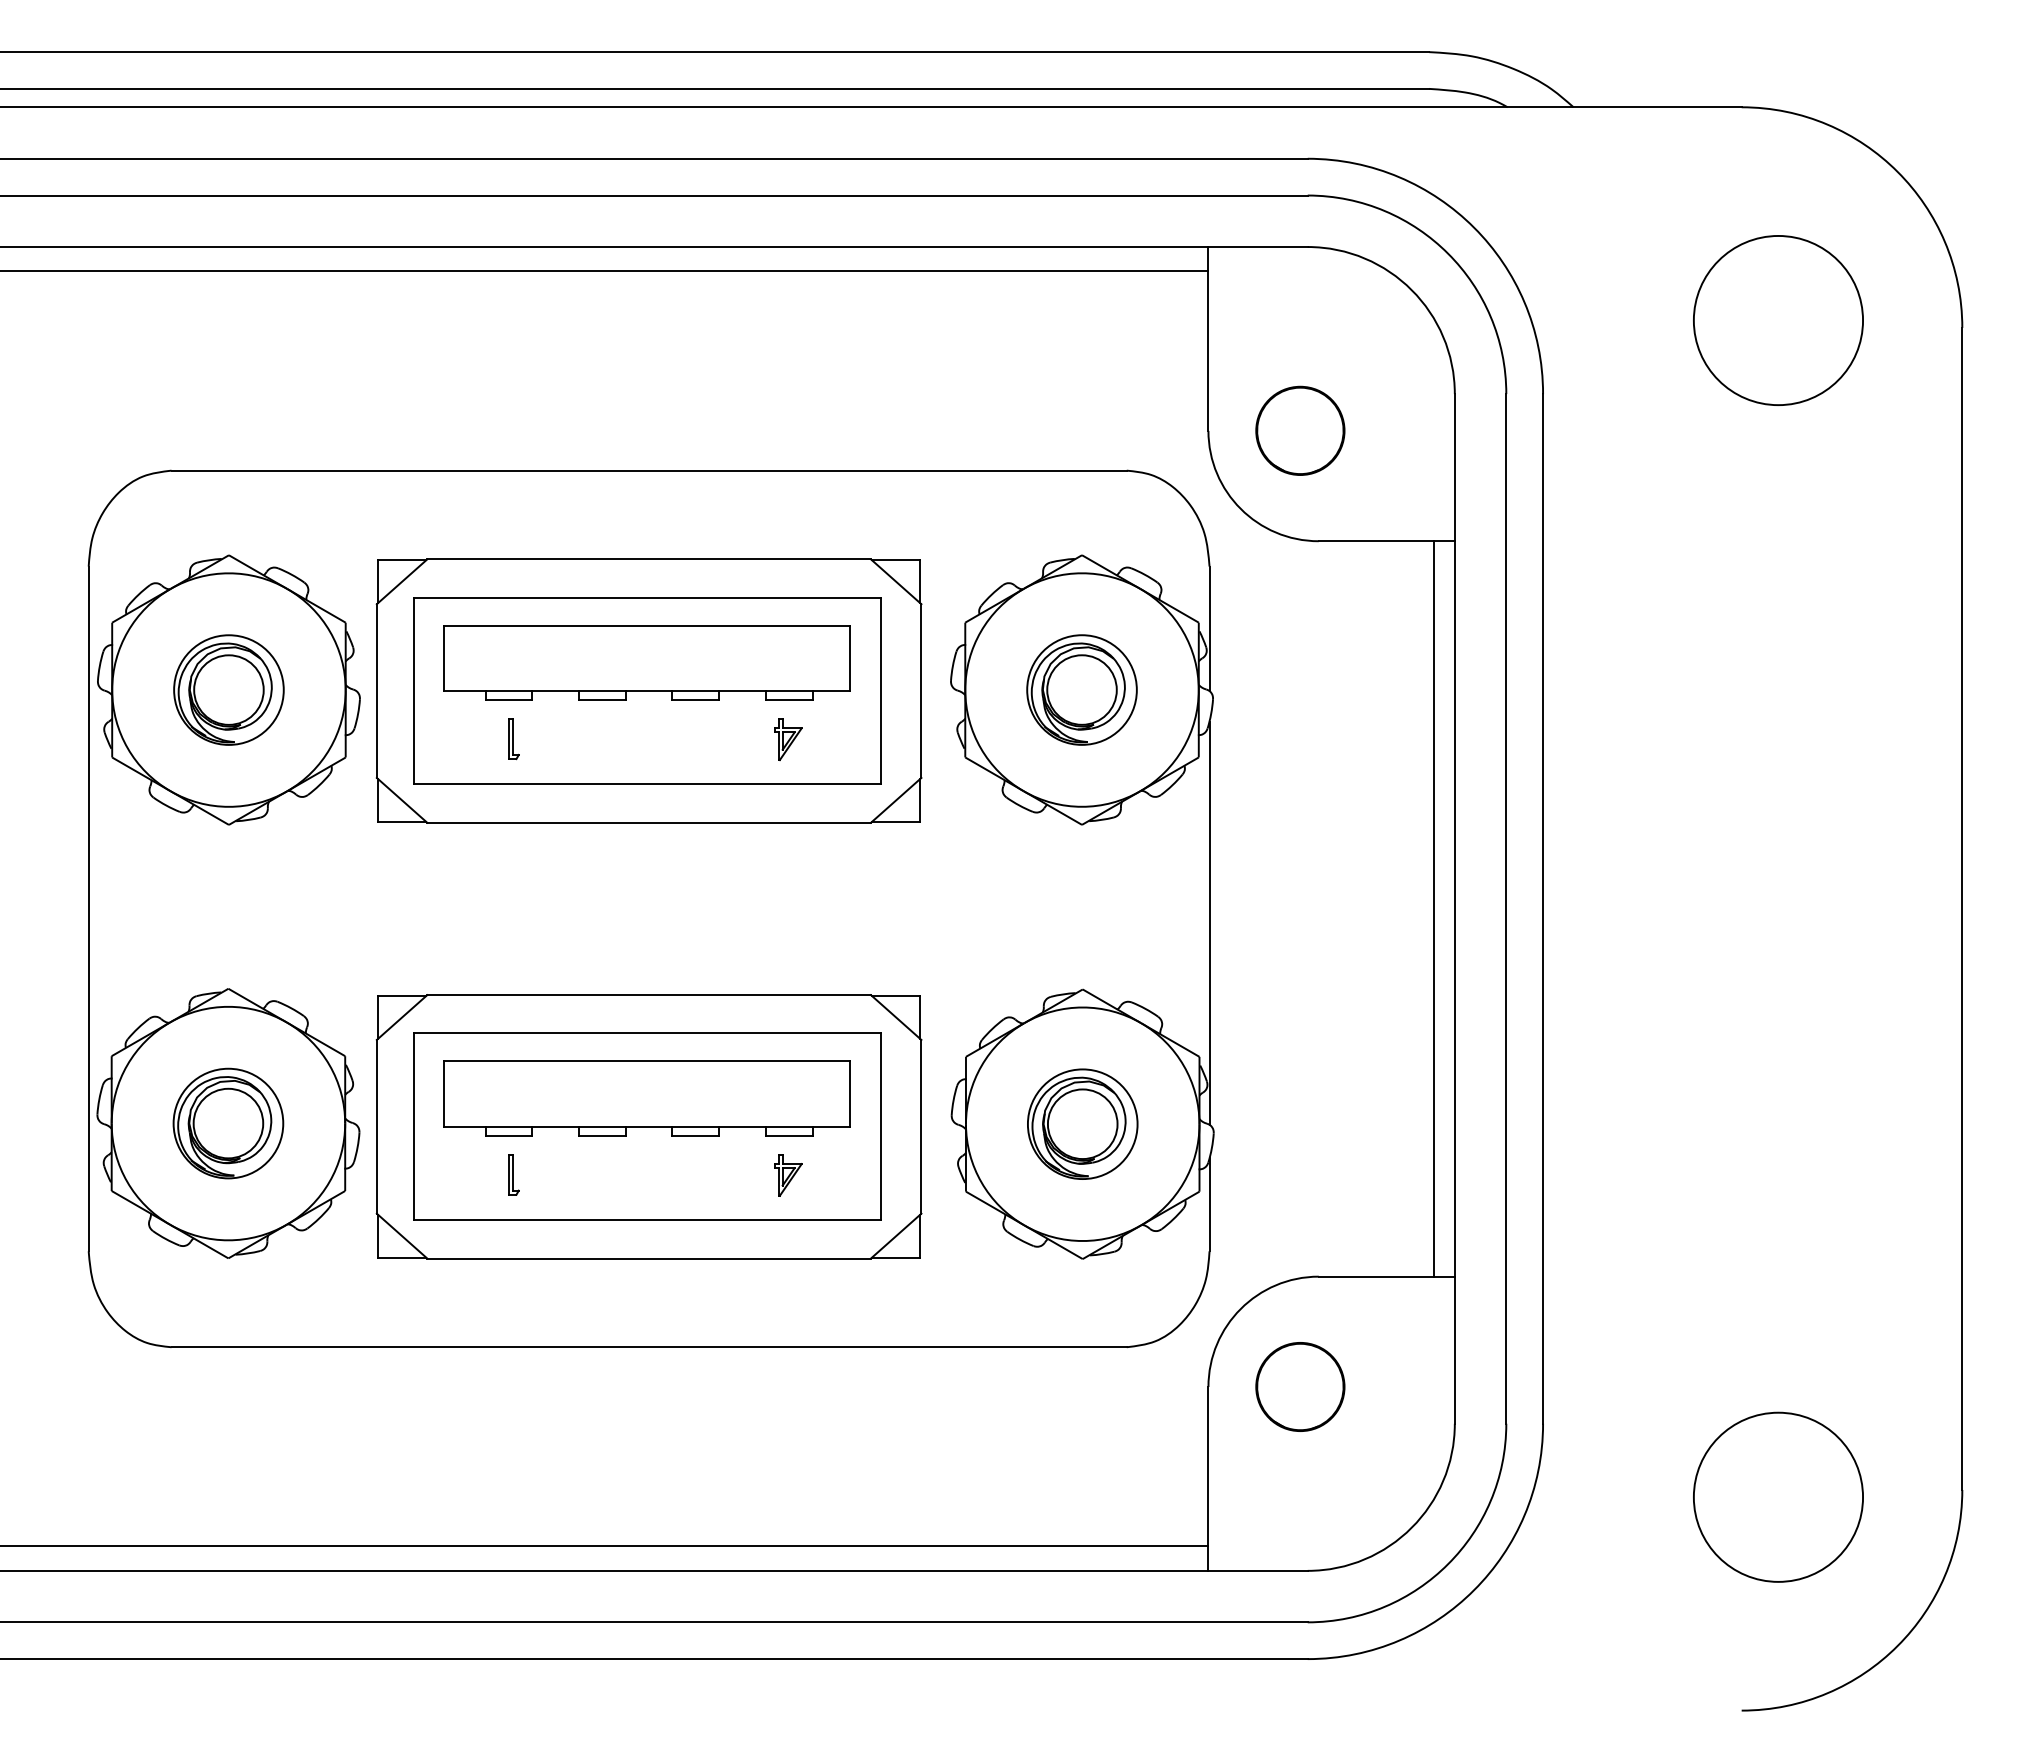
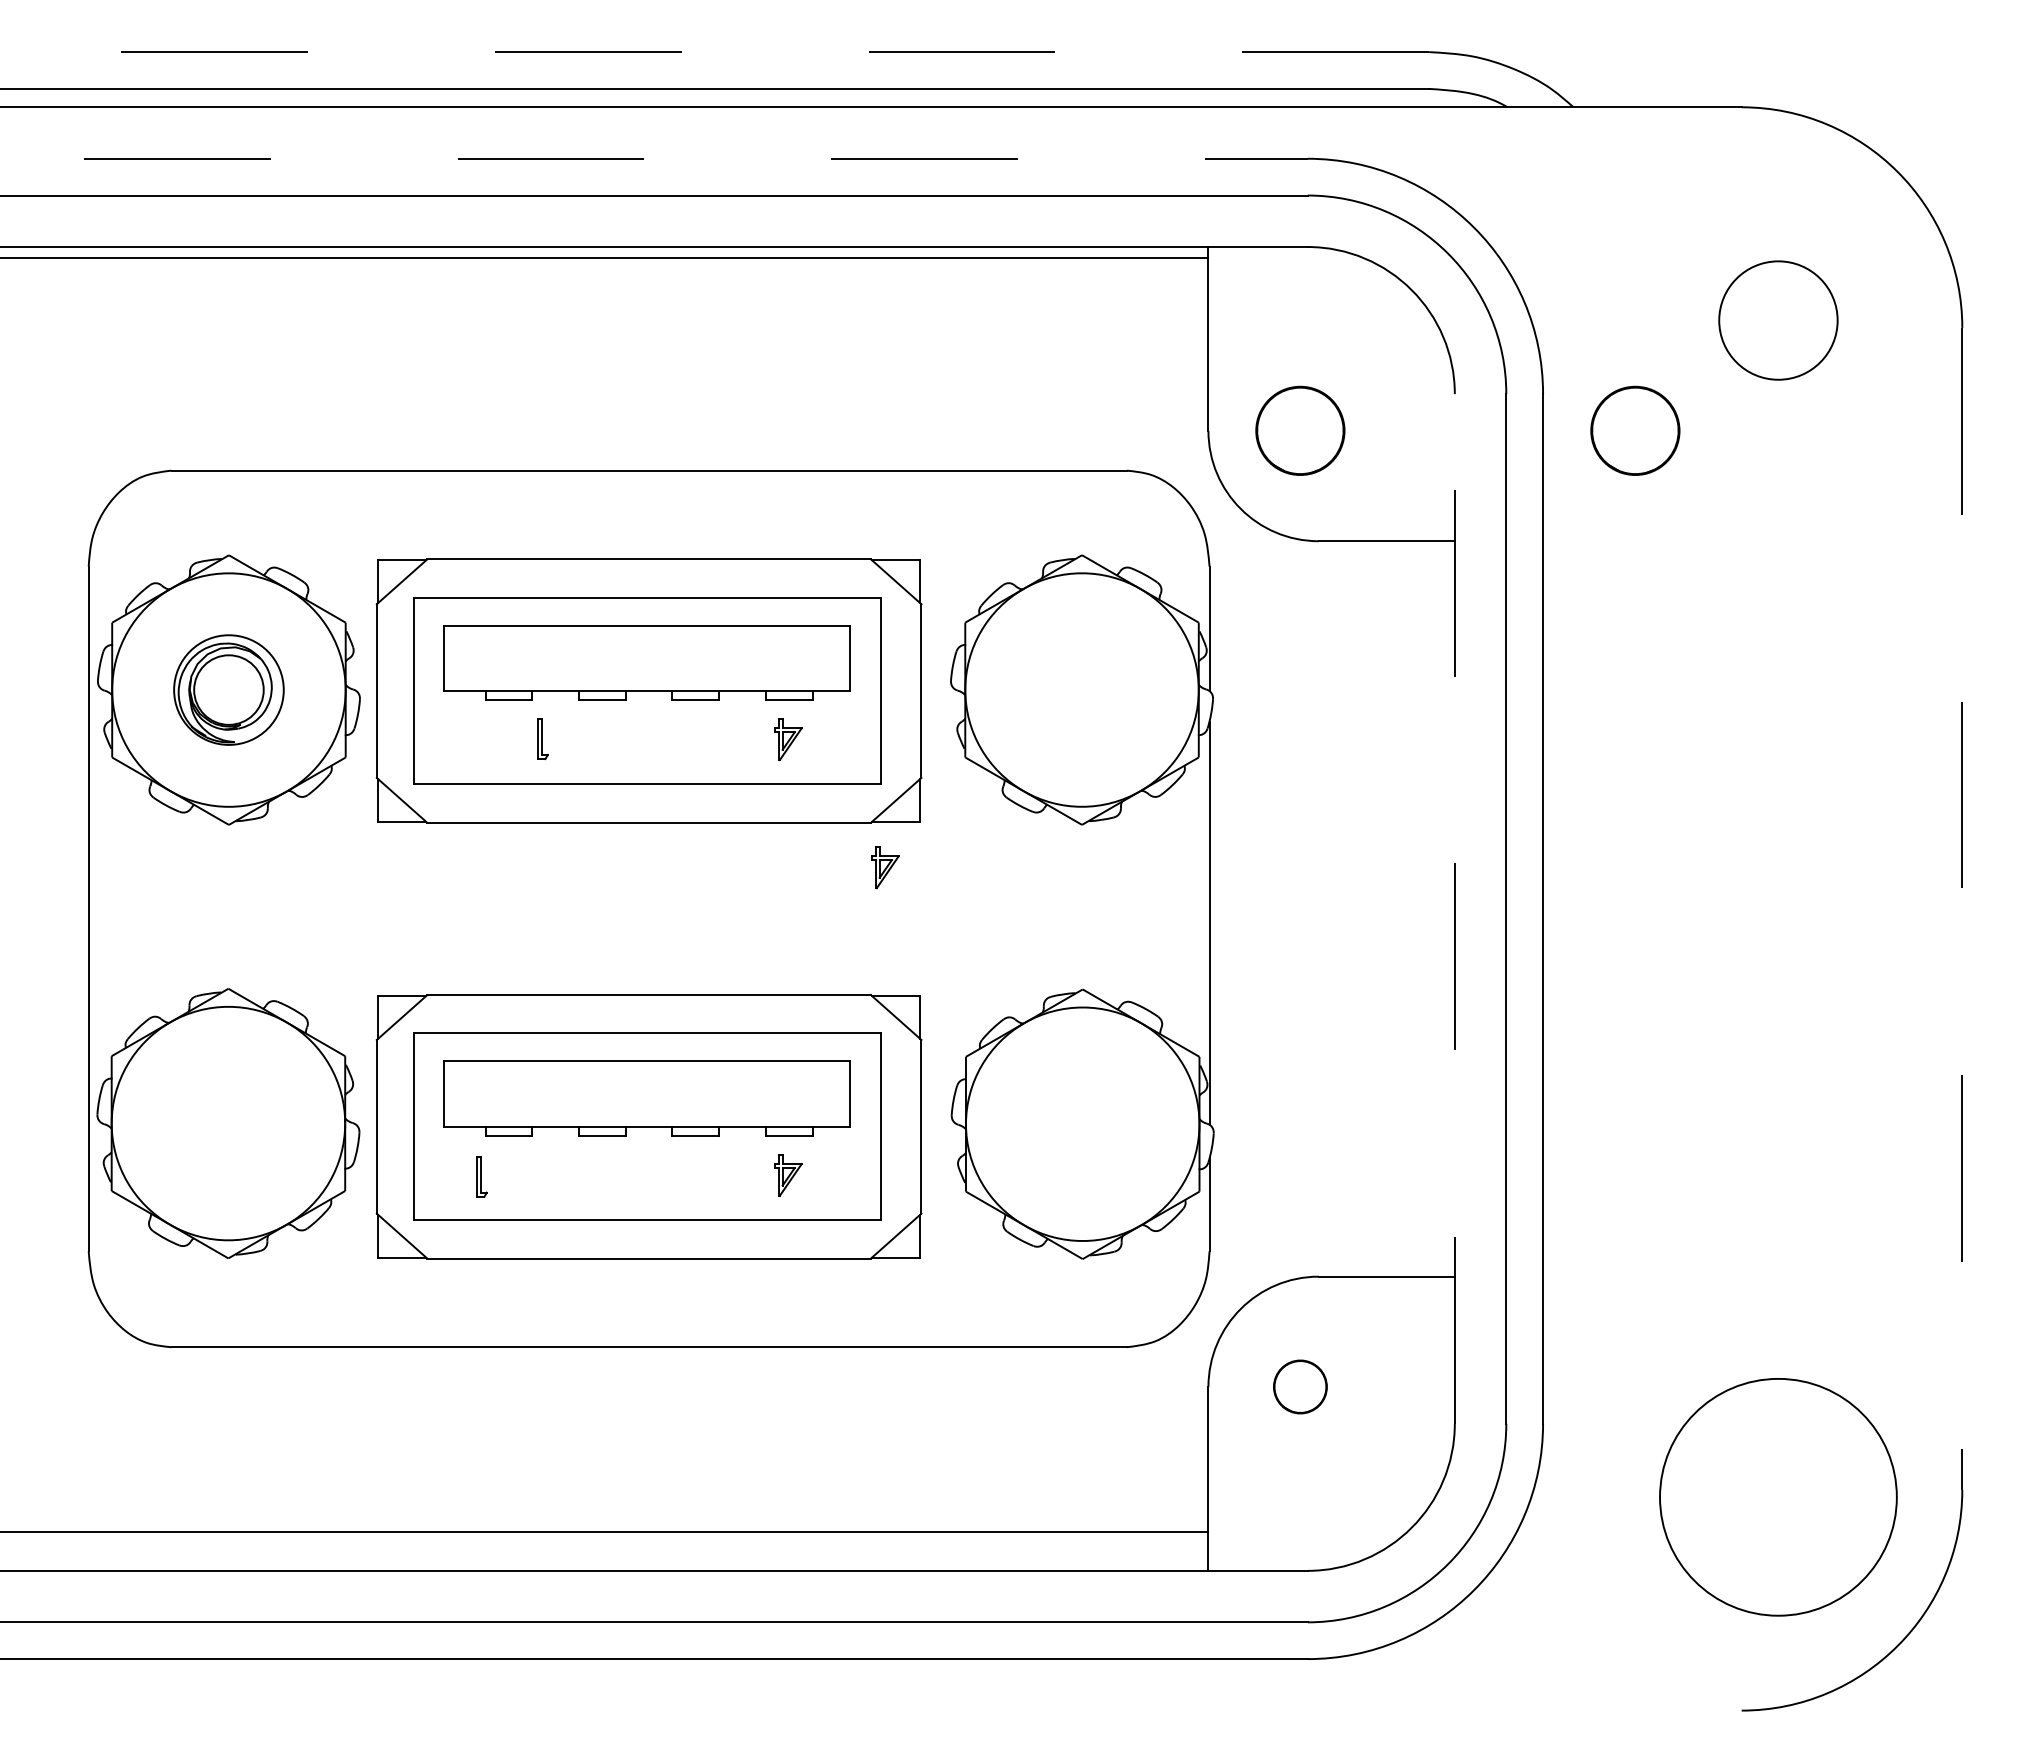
line at (714, 52): solid -> dashed
line at (653, 158): solid -> dashed
line at (605, 271) position: (605, 271) -> (605, 258)
circle at (1778, 320) diameter: 169 px -> 118 px
circle at (1635, 430): none -> present
part at (1081, 689): present -> none
part at (513, 739) position: (513, 739) -> (542, 739)
part at (885, 867): none -> present
line at (1433, 908): present -> none
line at (1454, 908): solid -> dashed
line at (1962, 909): solid -> dashed
part at (228, 1123): present -> none
part at (1082, 1123): present -> none
part at (513, 1174) position: (513, 1174) -> (481, 1176)
circle at (1300, 1386) size: 91x90 px -> 55x56 px
circle at (1778, 1496) diameter: 169 px -> 237 px
line at (605, 1546) position: (605, 1546) -> (605, 1532)
